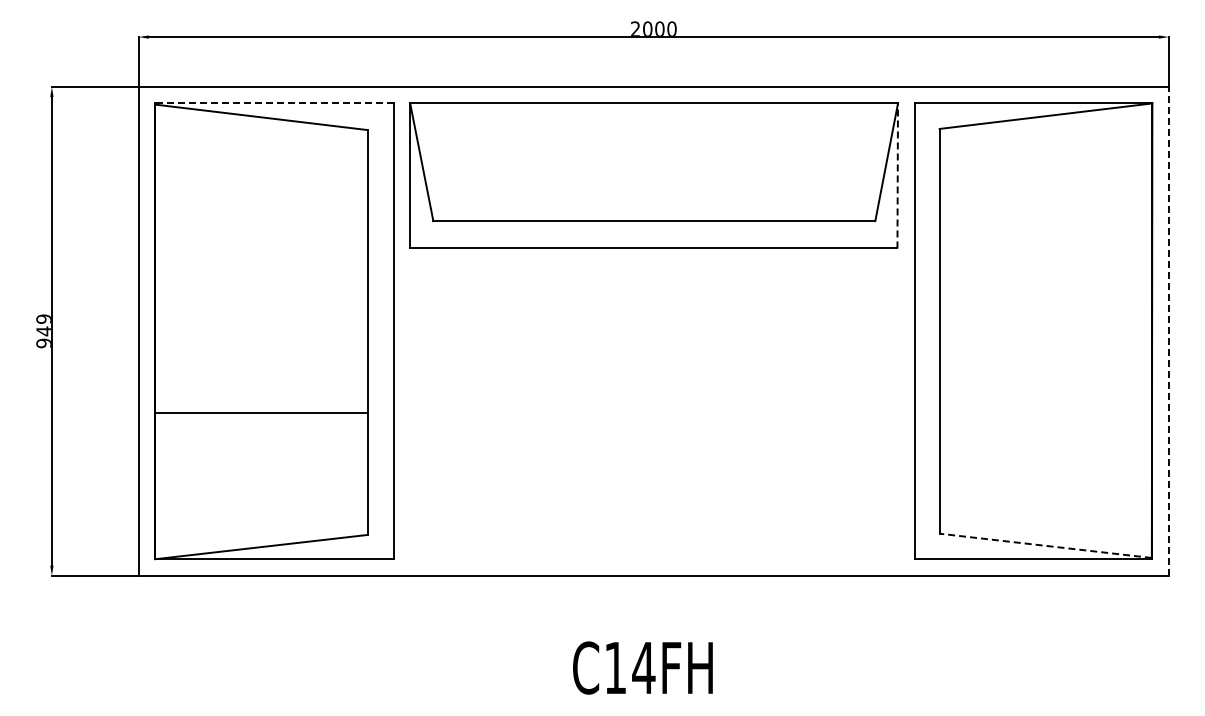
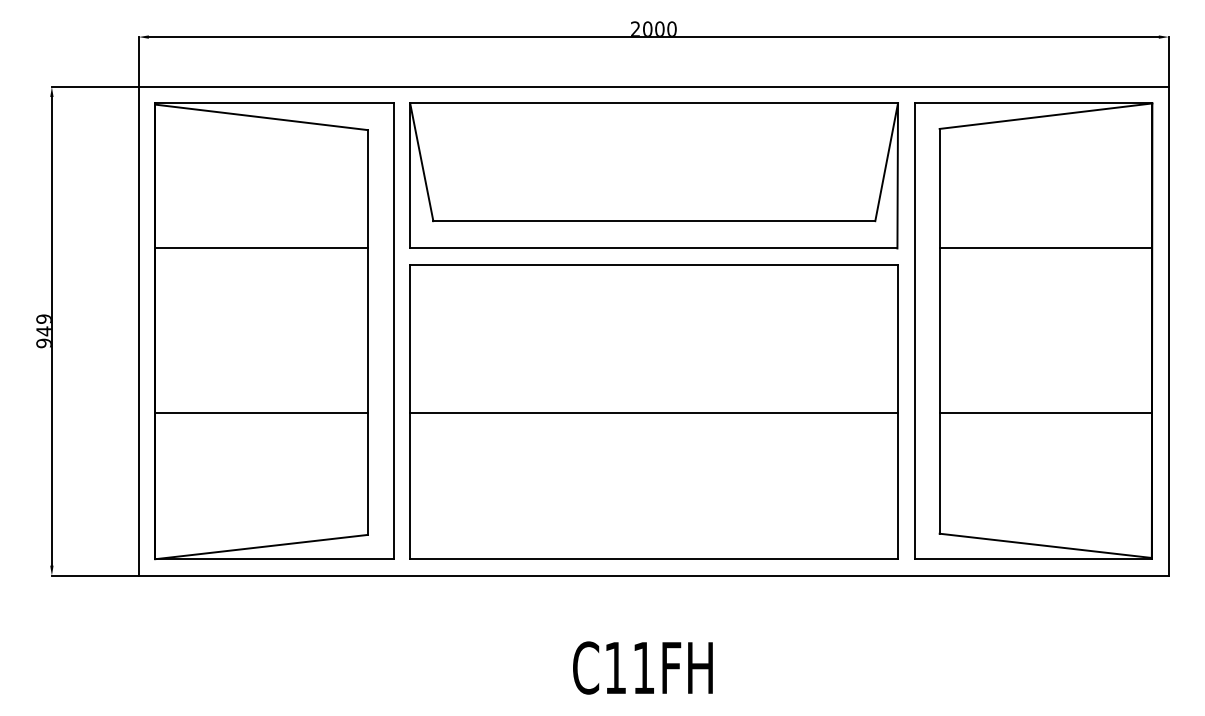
line at (274, 103): dashed -> solid
line at (897, 175): dashed -> solid
line at (261, 248): none -> present
line at (1045, 248): none -> present
line at (1168, 330): dashed -> solid
part at (653, 411): none -> present
line at (1045, 412): none -> present
line at (1045, 545): dashed -> solid
text at (643, 667): C14FH -> C11FH
